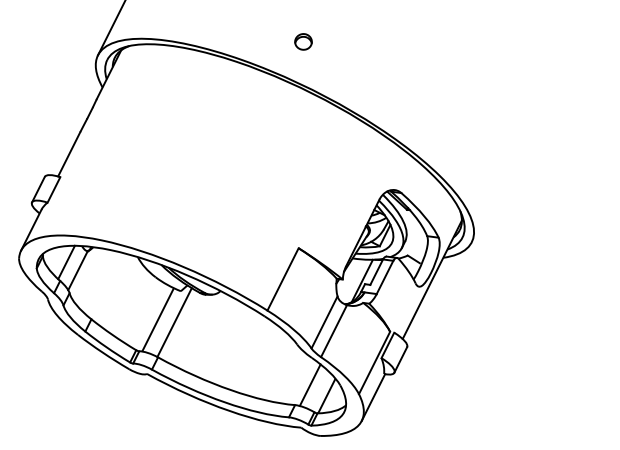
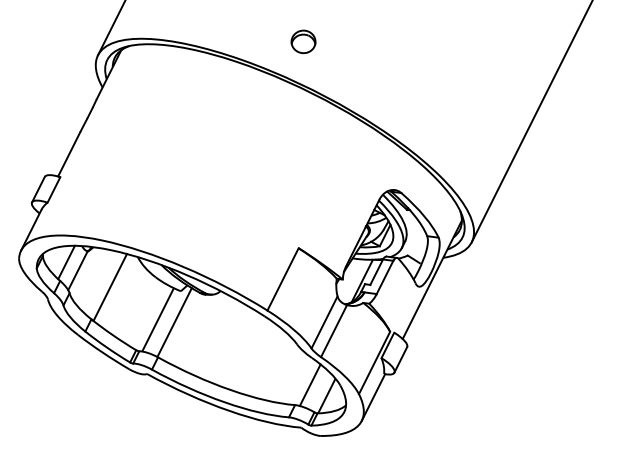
part at (303, 41) size: 19x18 px -> 27x26 px
line at (531, 122): none -> present
line at (110, 287): none -> present
